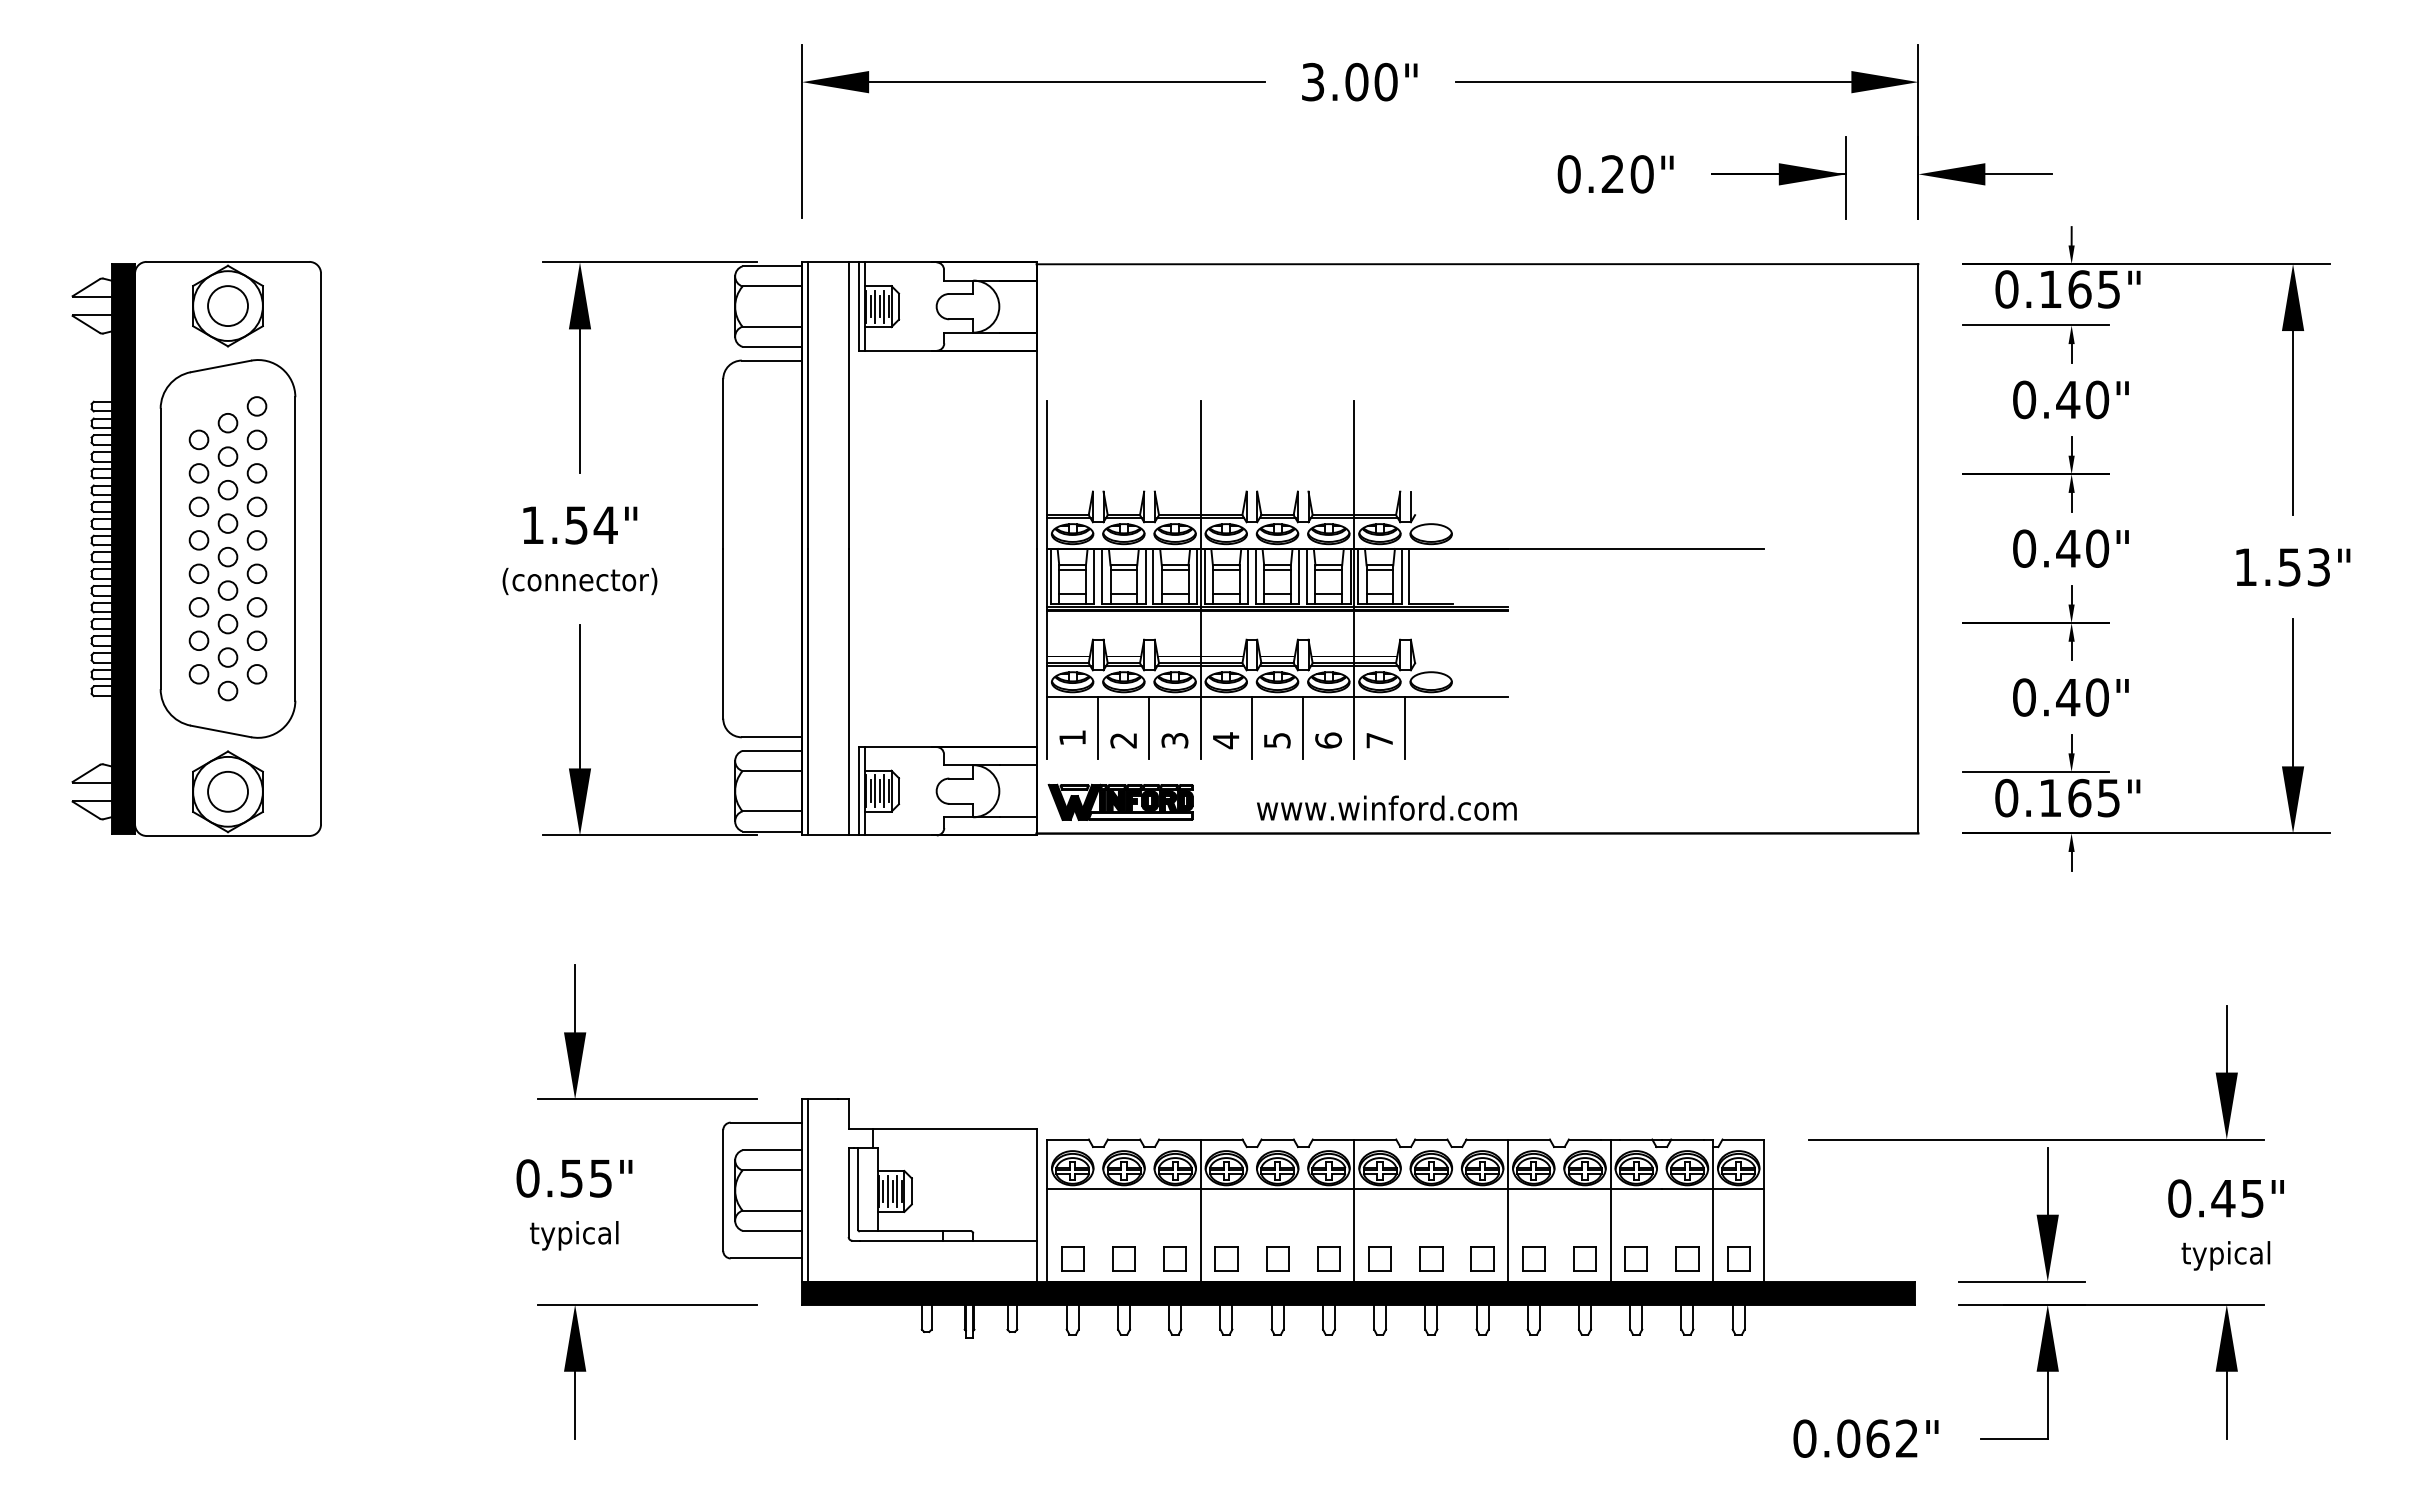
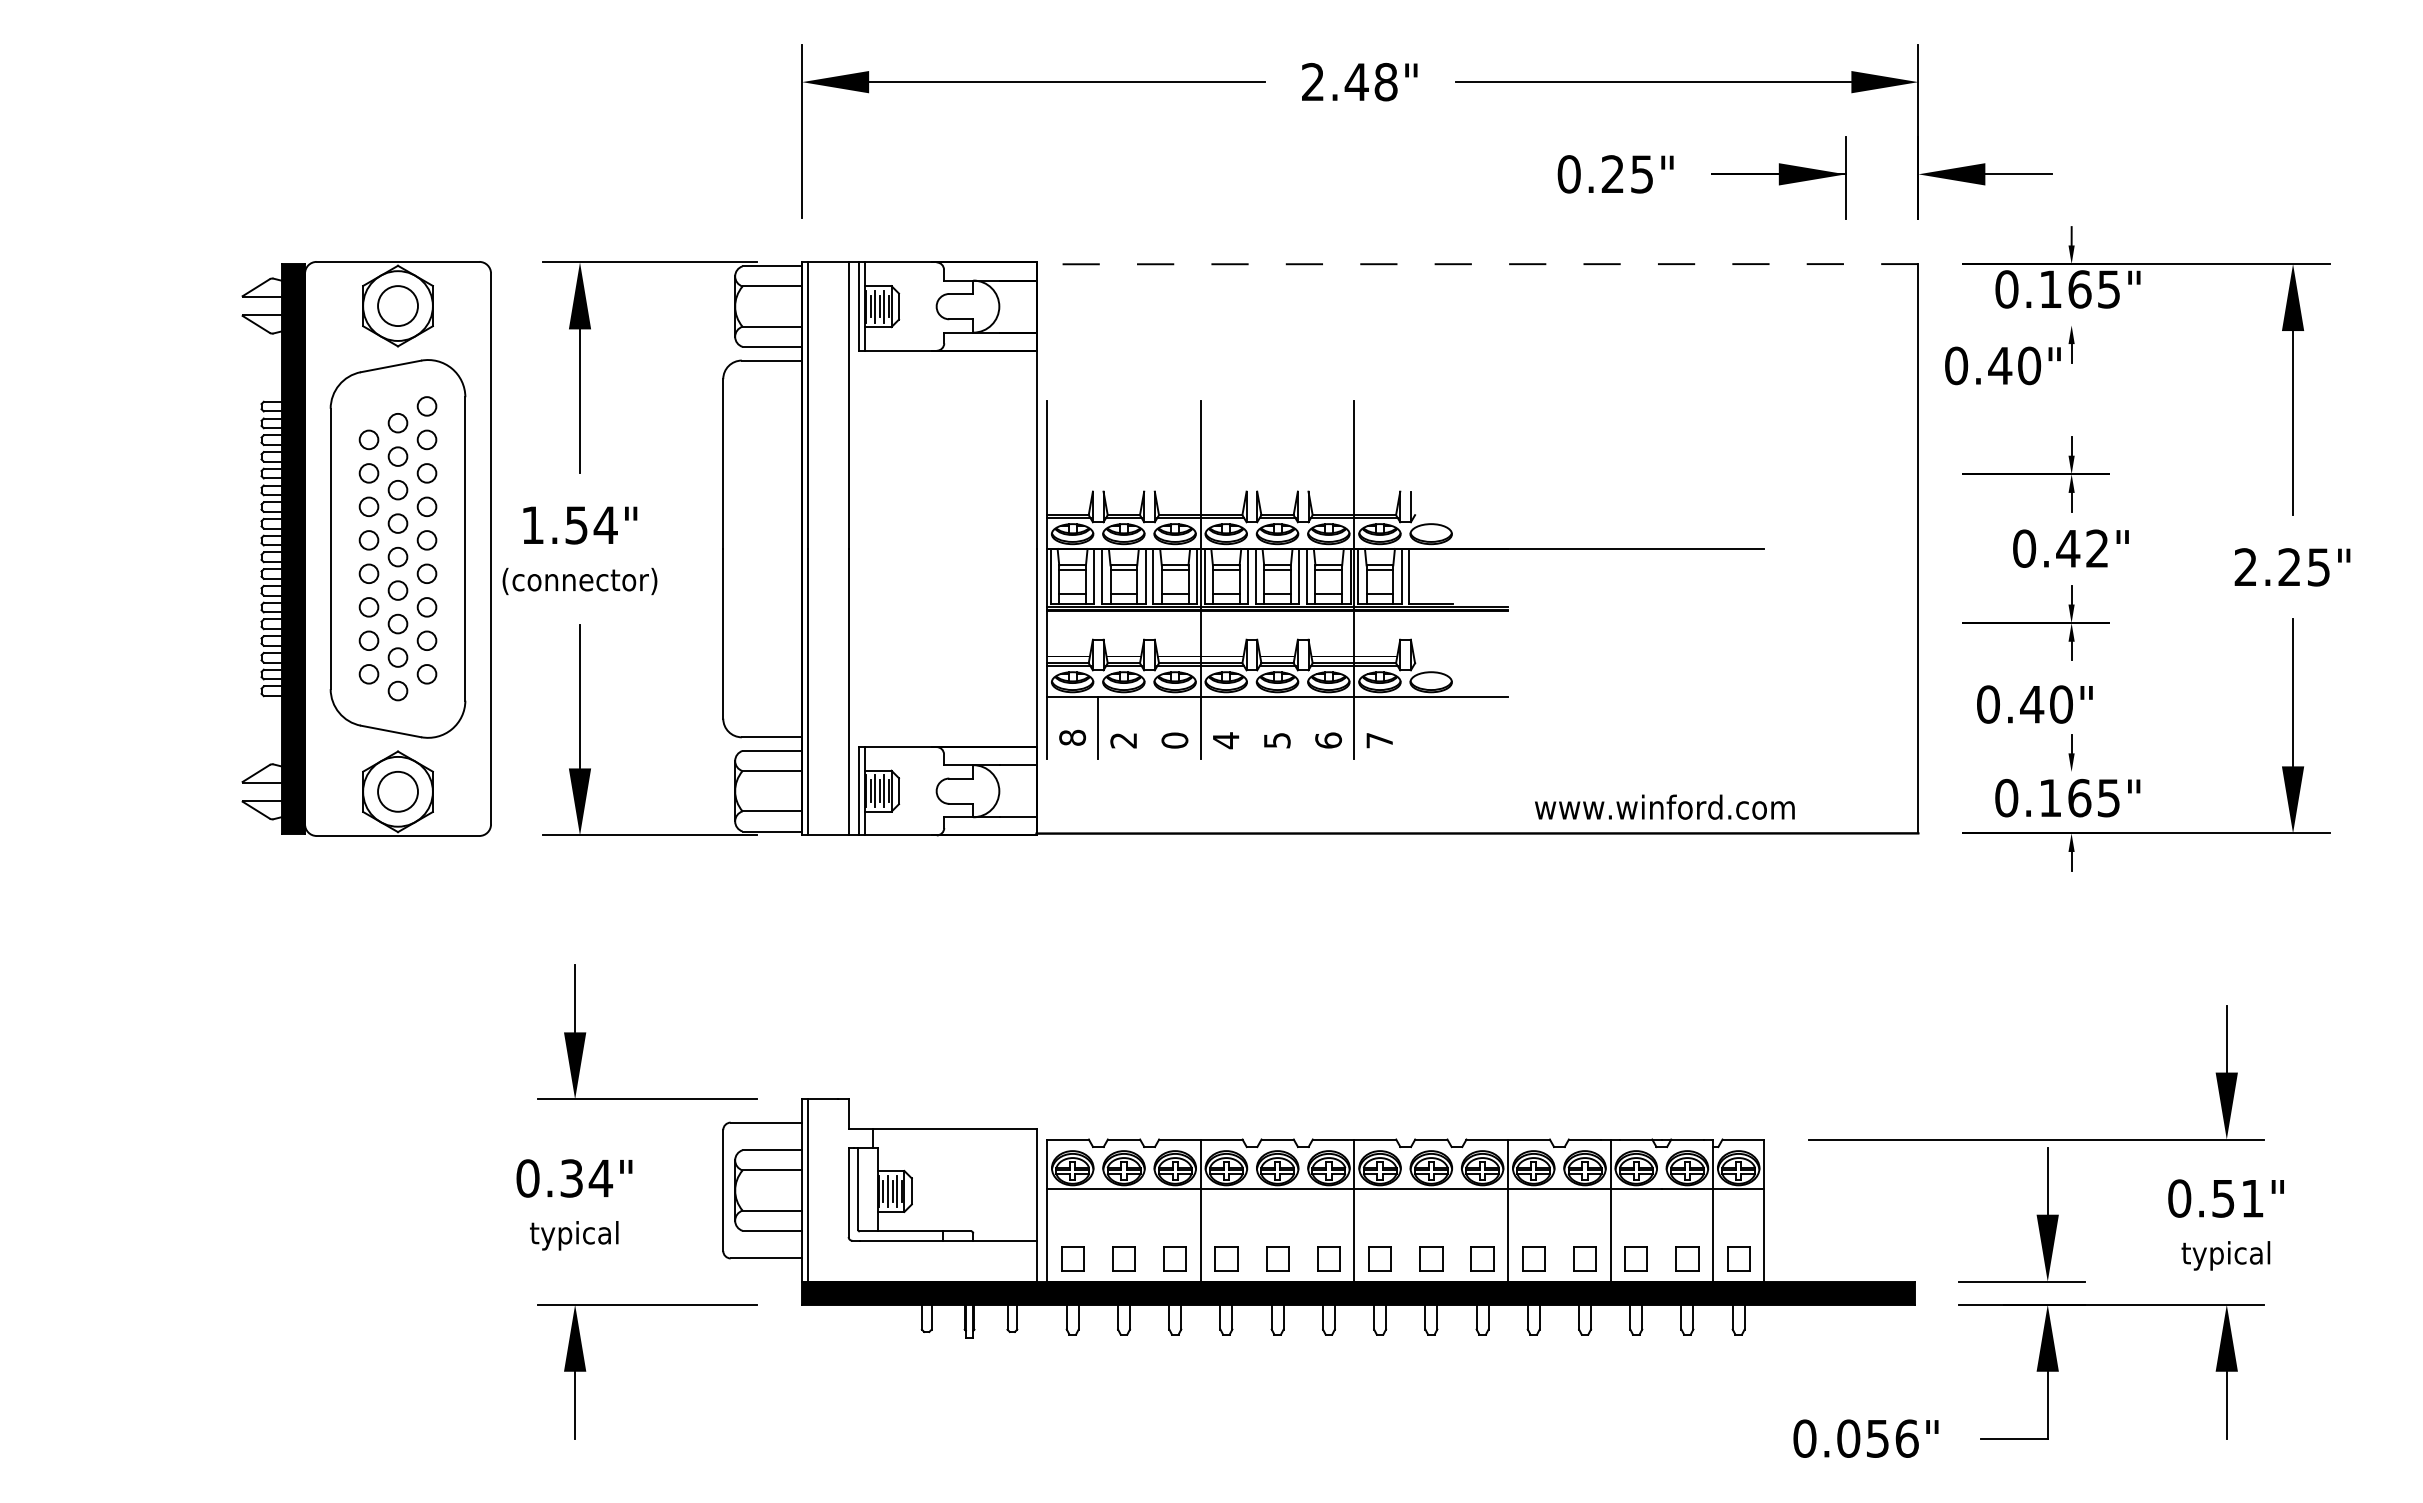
text at (1349, 81): 3.00" -> 2.48"
text at (1641, 174): 0.20" -> 0.25"
line at (1477, 264): solid -> dashed
line at (2035, 325): present -> none
text at (2070, 399) position: (2070, 399) -> (2002, 365)
part at (196, 548) position: (196, 548) -> (366, 548)
text at (2097, 548): 0.40" -> 0.42"
text at (2281, 567): 1.53" -> 2.25"
text at (2070, 697) position: (2070, 697) -> (2034, 704)
line at (1149, 727): present -> none
line at (1251, 727): present -> none
line at (1302, 727): present -> none
line at (1405, 727): present -> none
text at (1072, 737): 1 -> 8
text at (1174, 740): 3 -> 0
line at (2035, 771): present -> none
part at (1120, 801): present -> none
text at (1386, 807) position: (1386, 807) -> (1664, 806)
text at (587, 1178): 0.55" -> 0.34"
text at (2237, 1198): 0.45" -> 0.51"
text at (1892, 1438): 0.062" -> 0.056"
